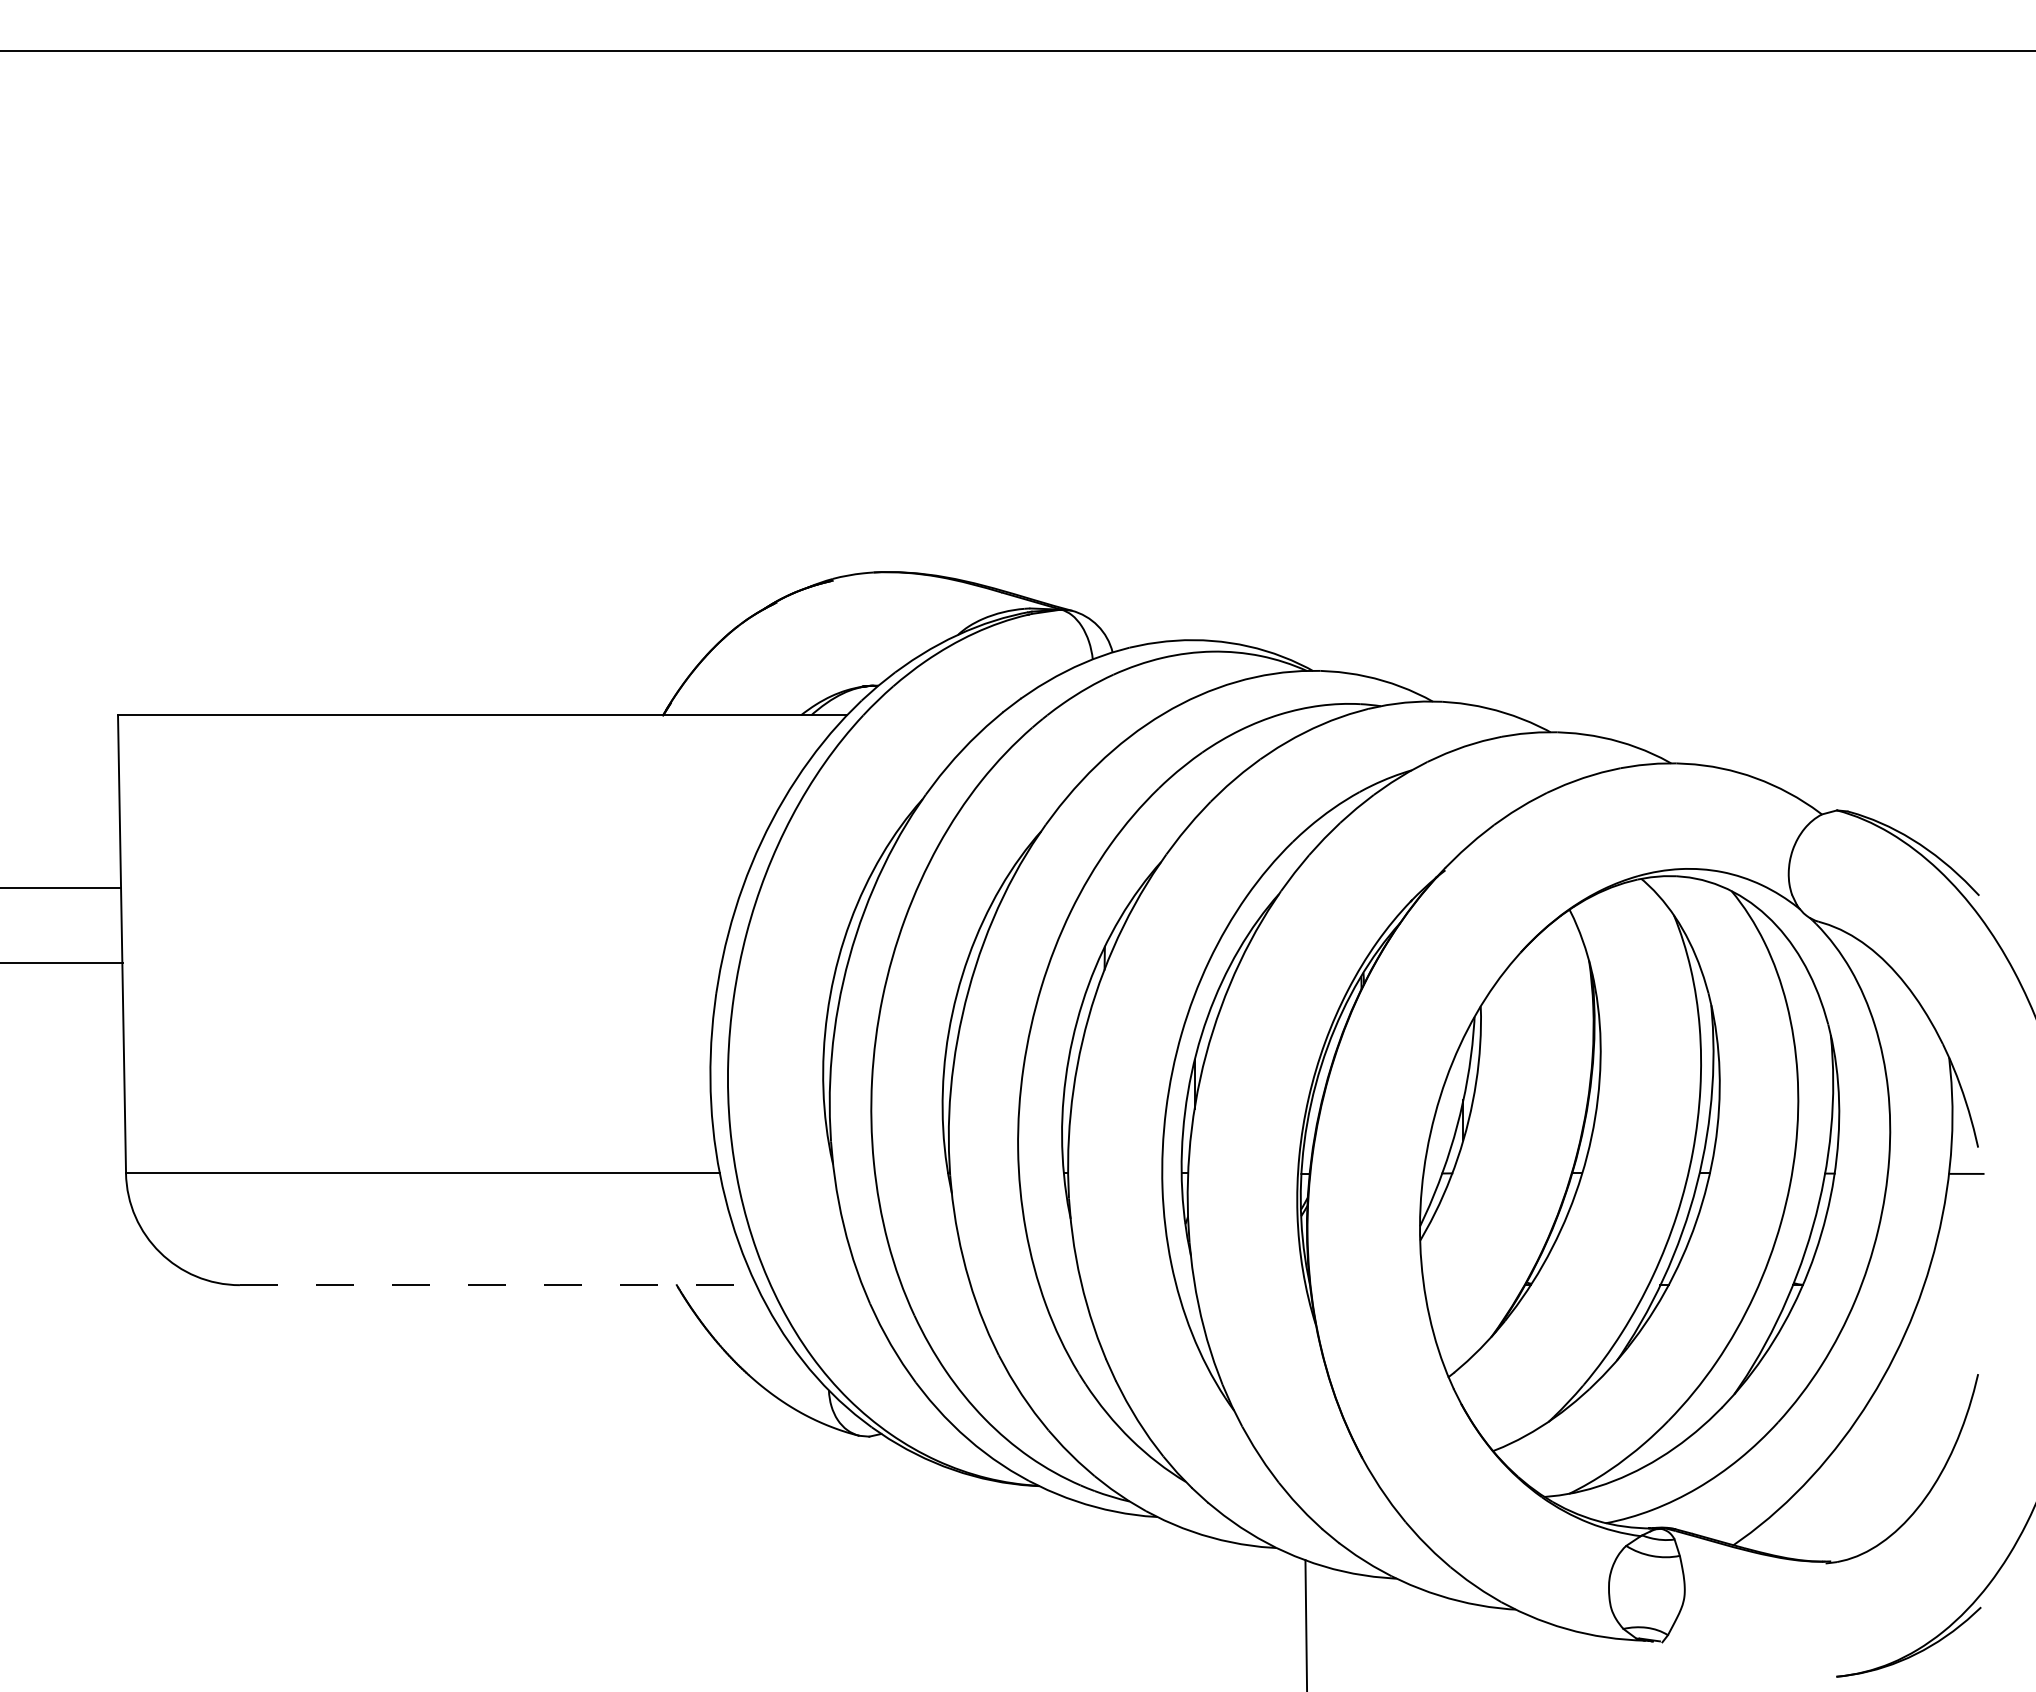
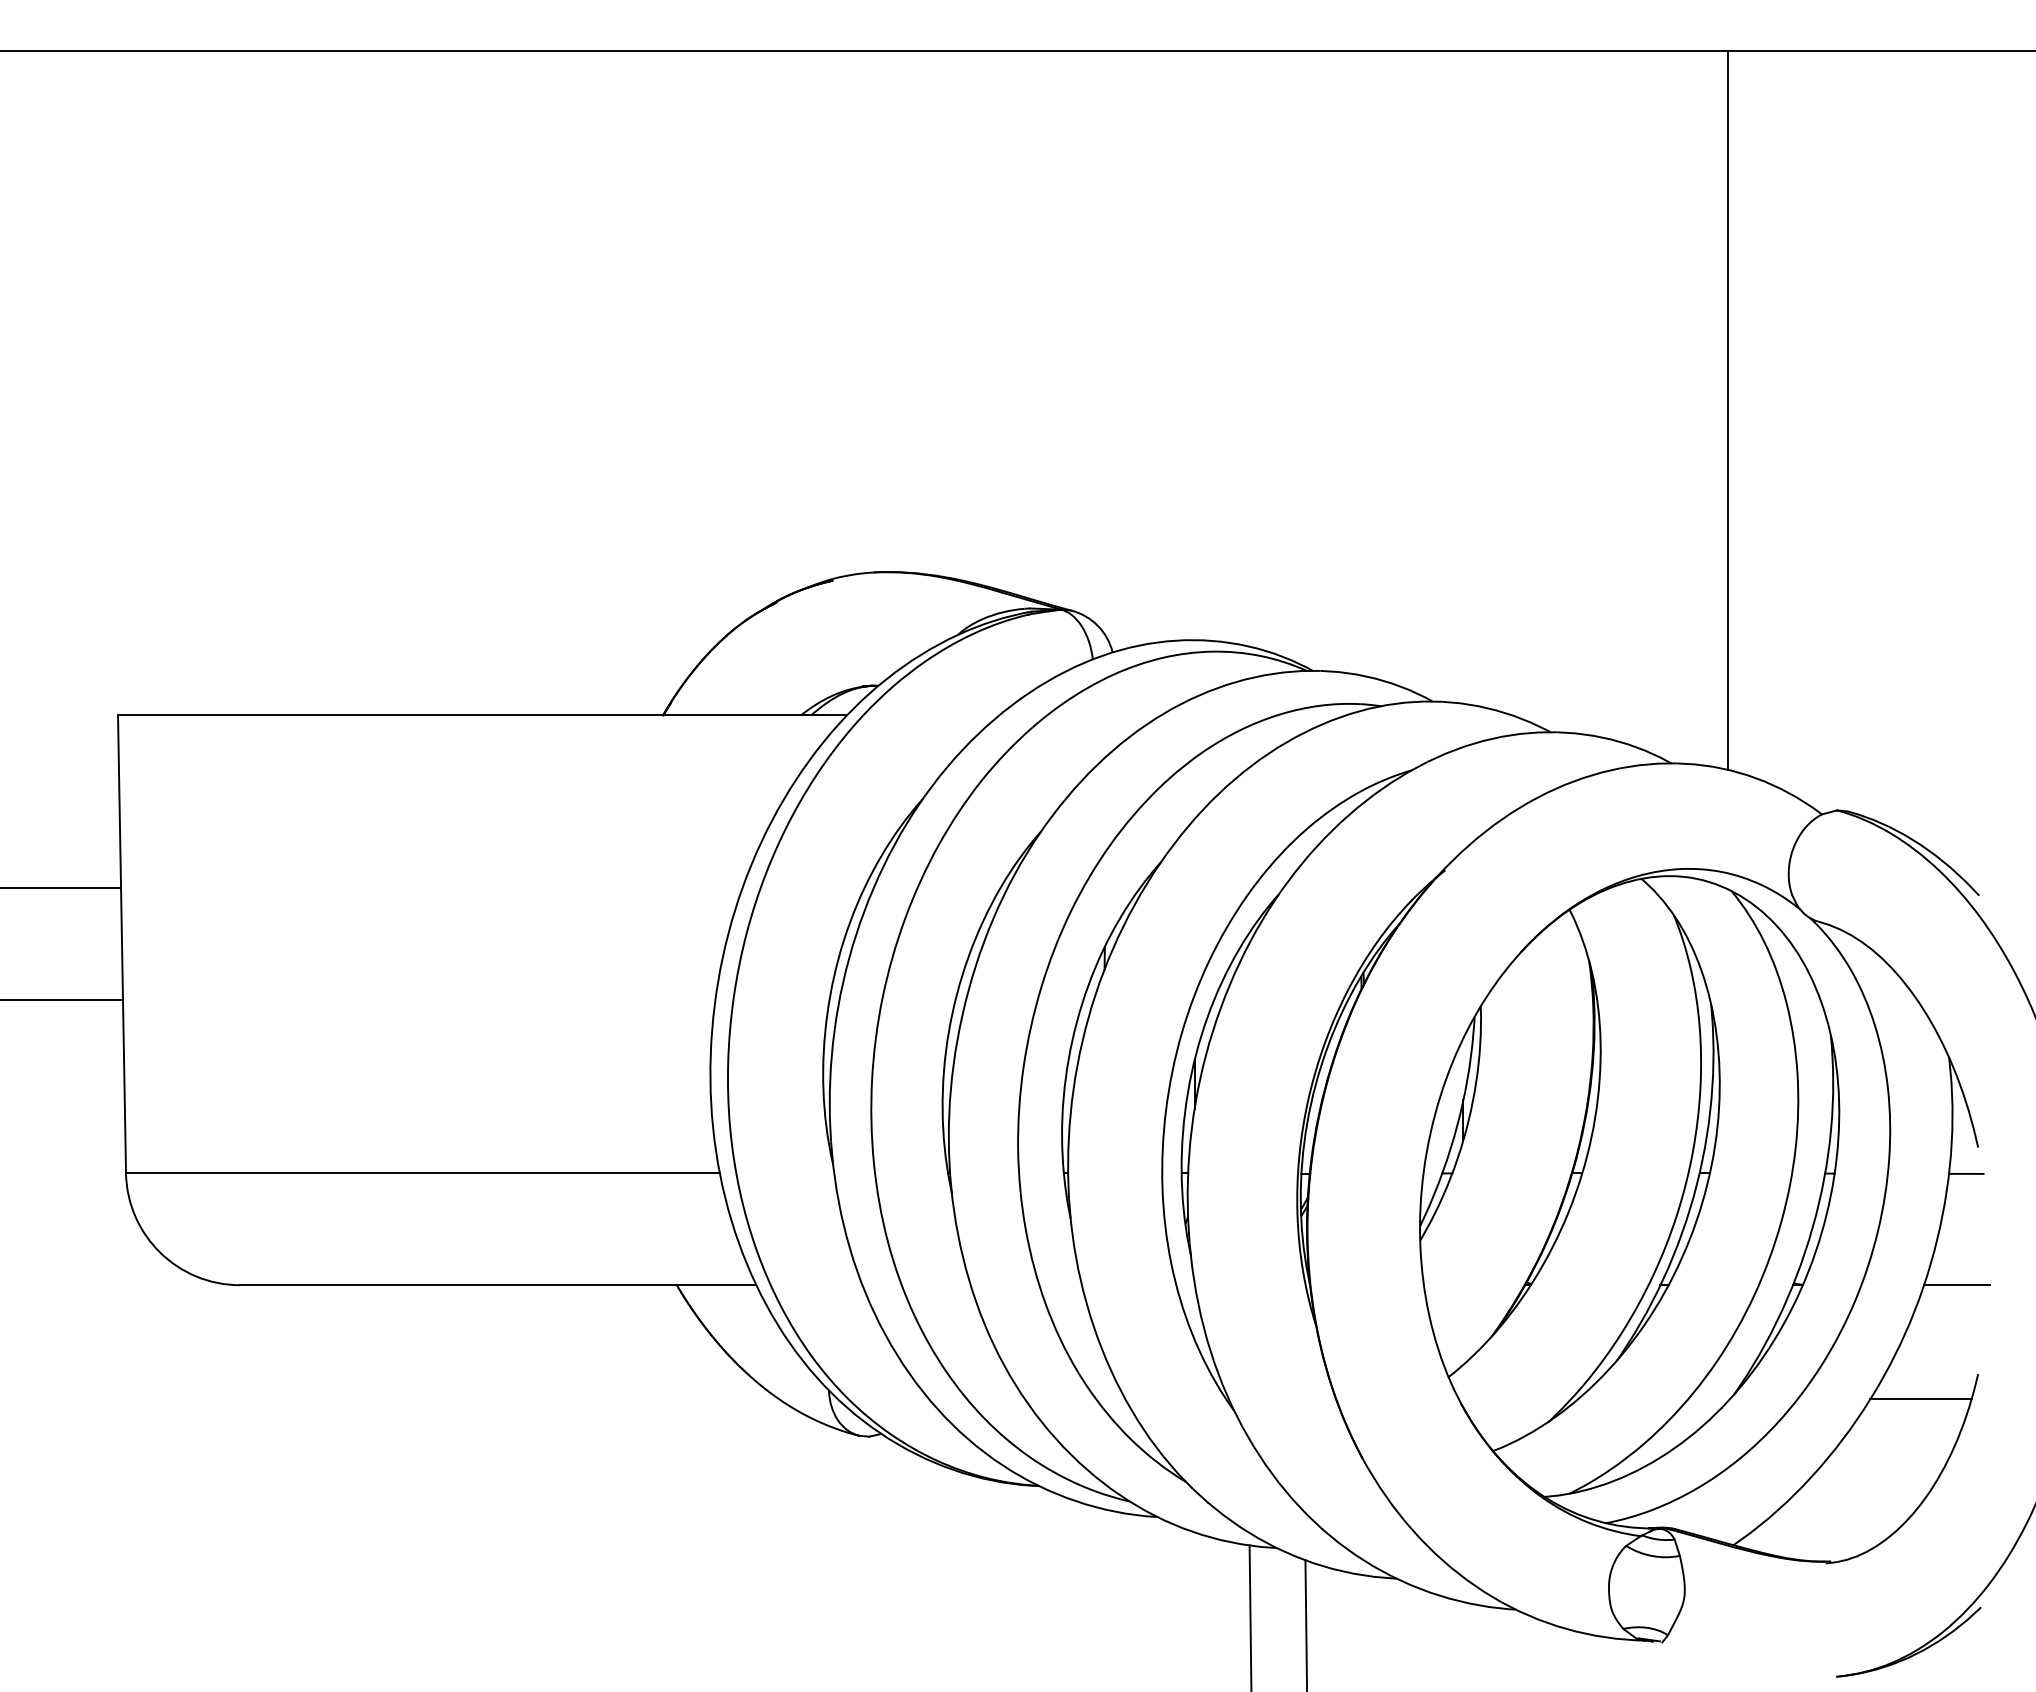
line at (1728, 409): none -> present
line at (62, 963) position: (62, 963) -> (62, 1000)
line at (498, 1285): dashed -> solid
line at (1956, 1285): none -> present
line at (1920, 1399): none -> present
line at (1250, 1616): none -> present
